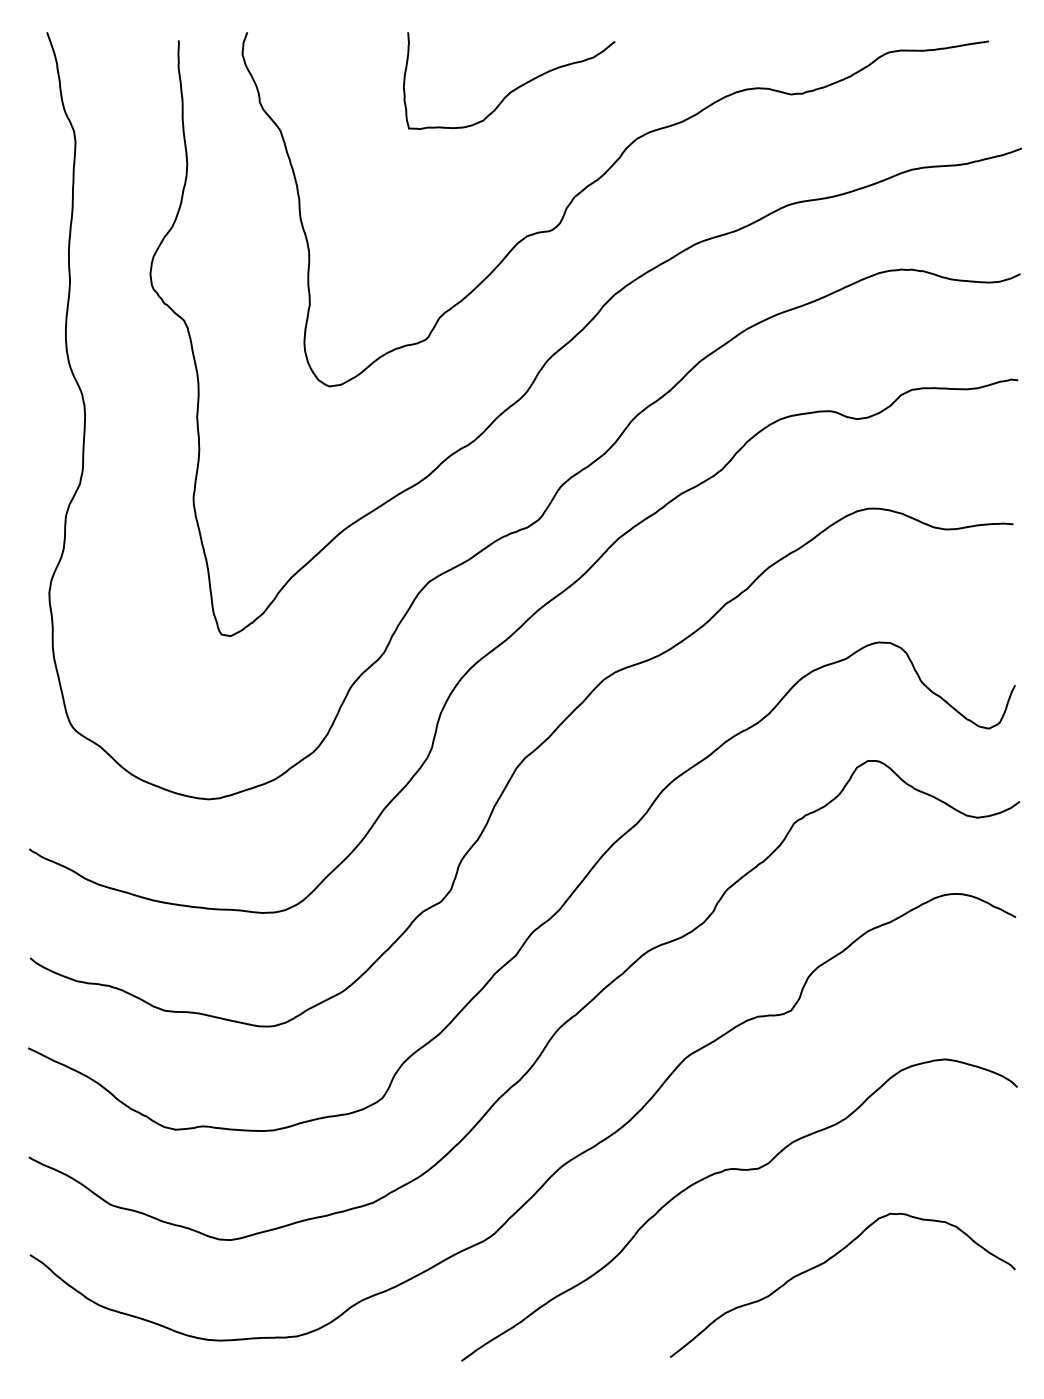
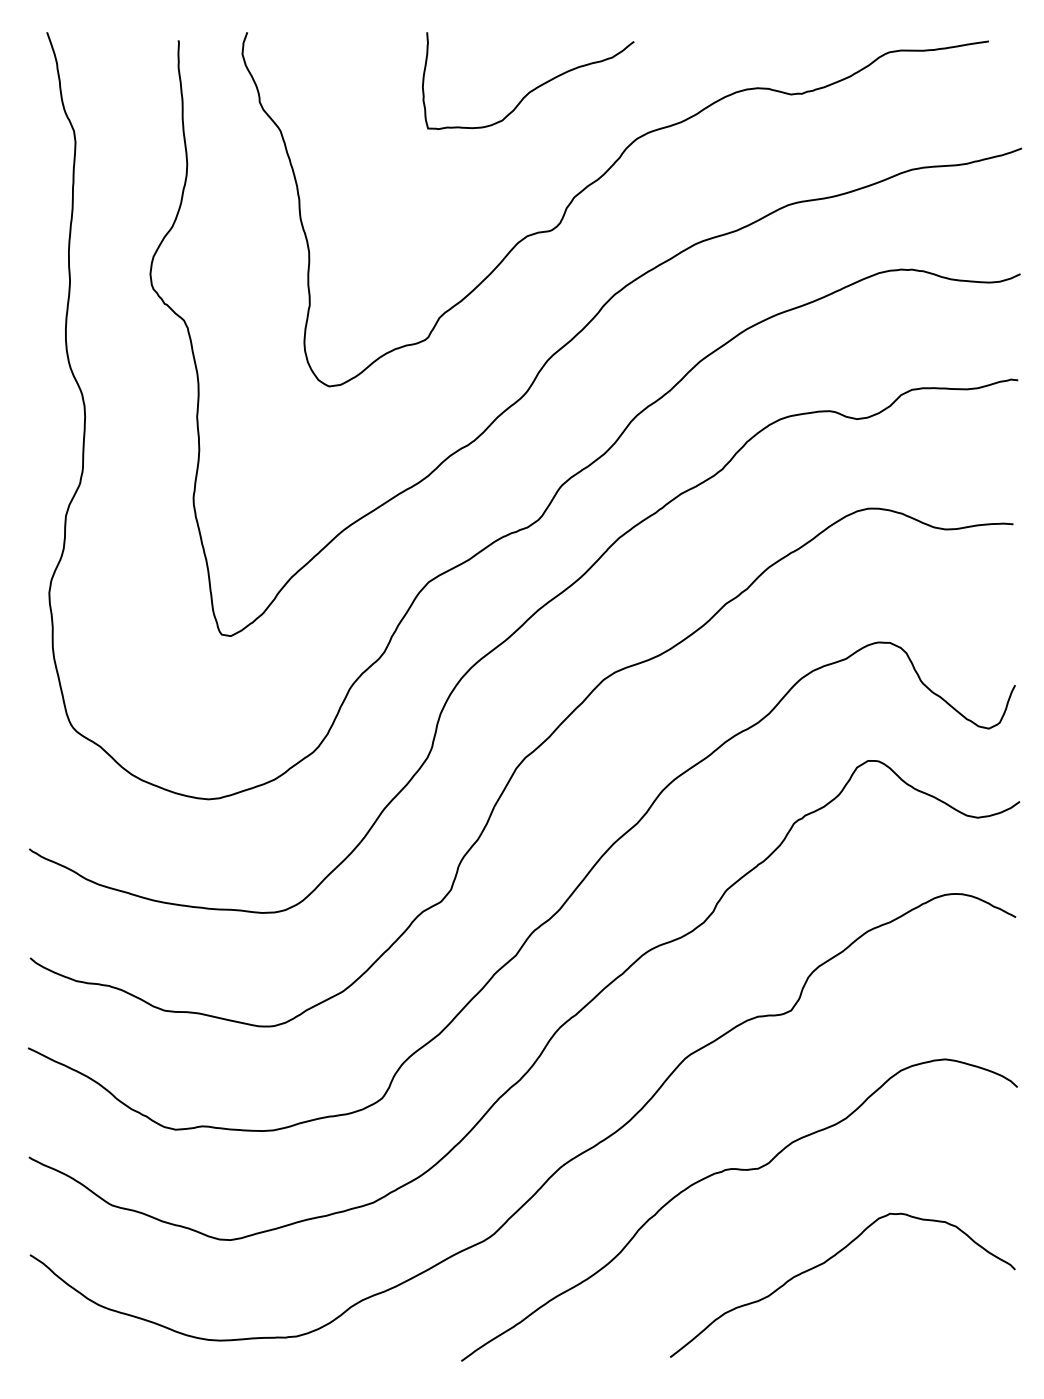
curve at (513, 89) position: (513, 89) -> (532, 89)
